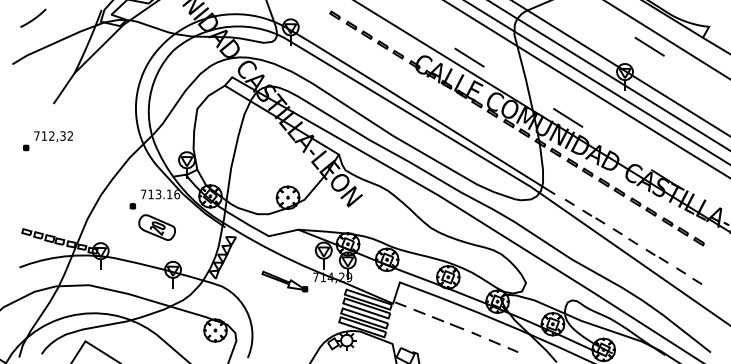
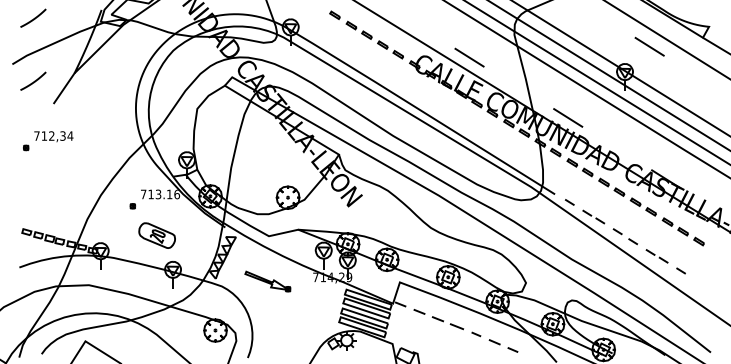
curve at (34, 80): none -> present
text at (70, 135): 712,32 -> 712,34
part at (156, 227) position: (156, 227) -> (156, 235)
part at (284, 281) position: (284, 281) -> (267, 281)
line at (697, 281): present -> none
